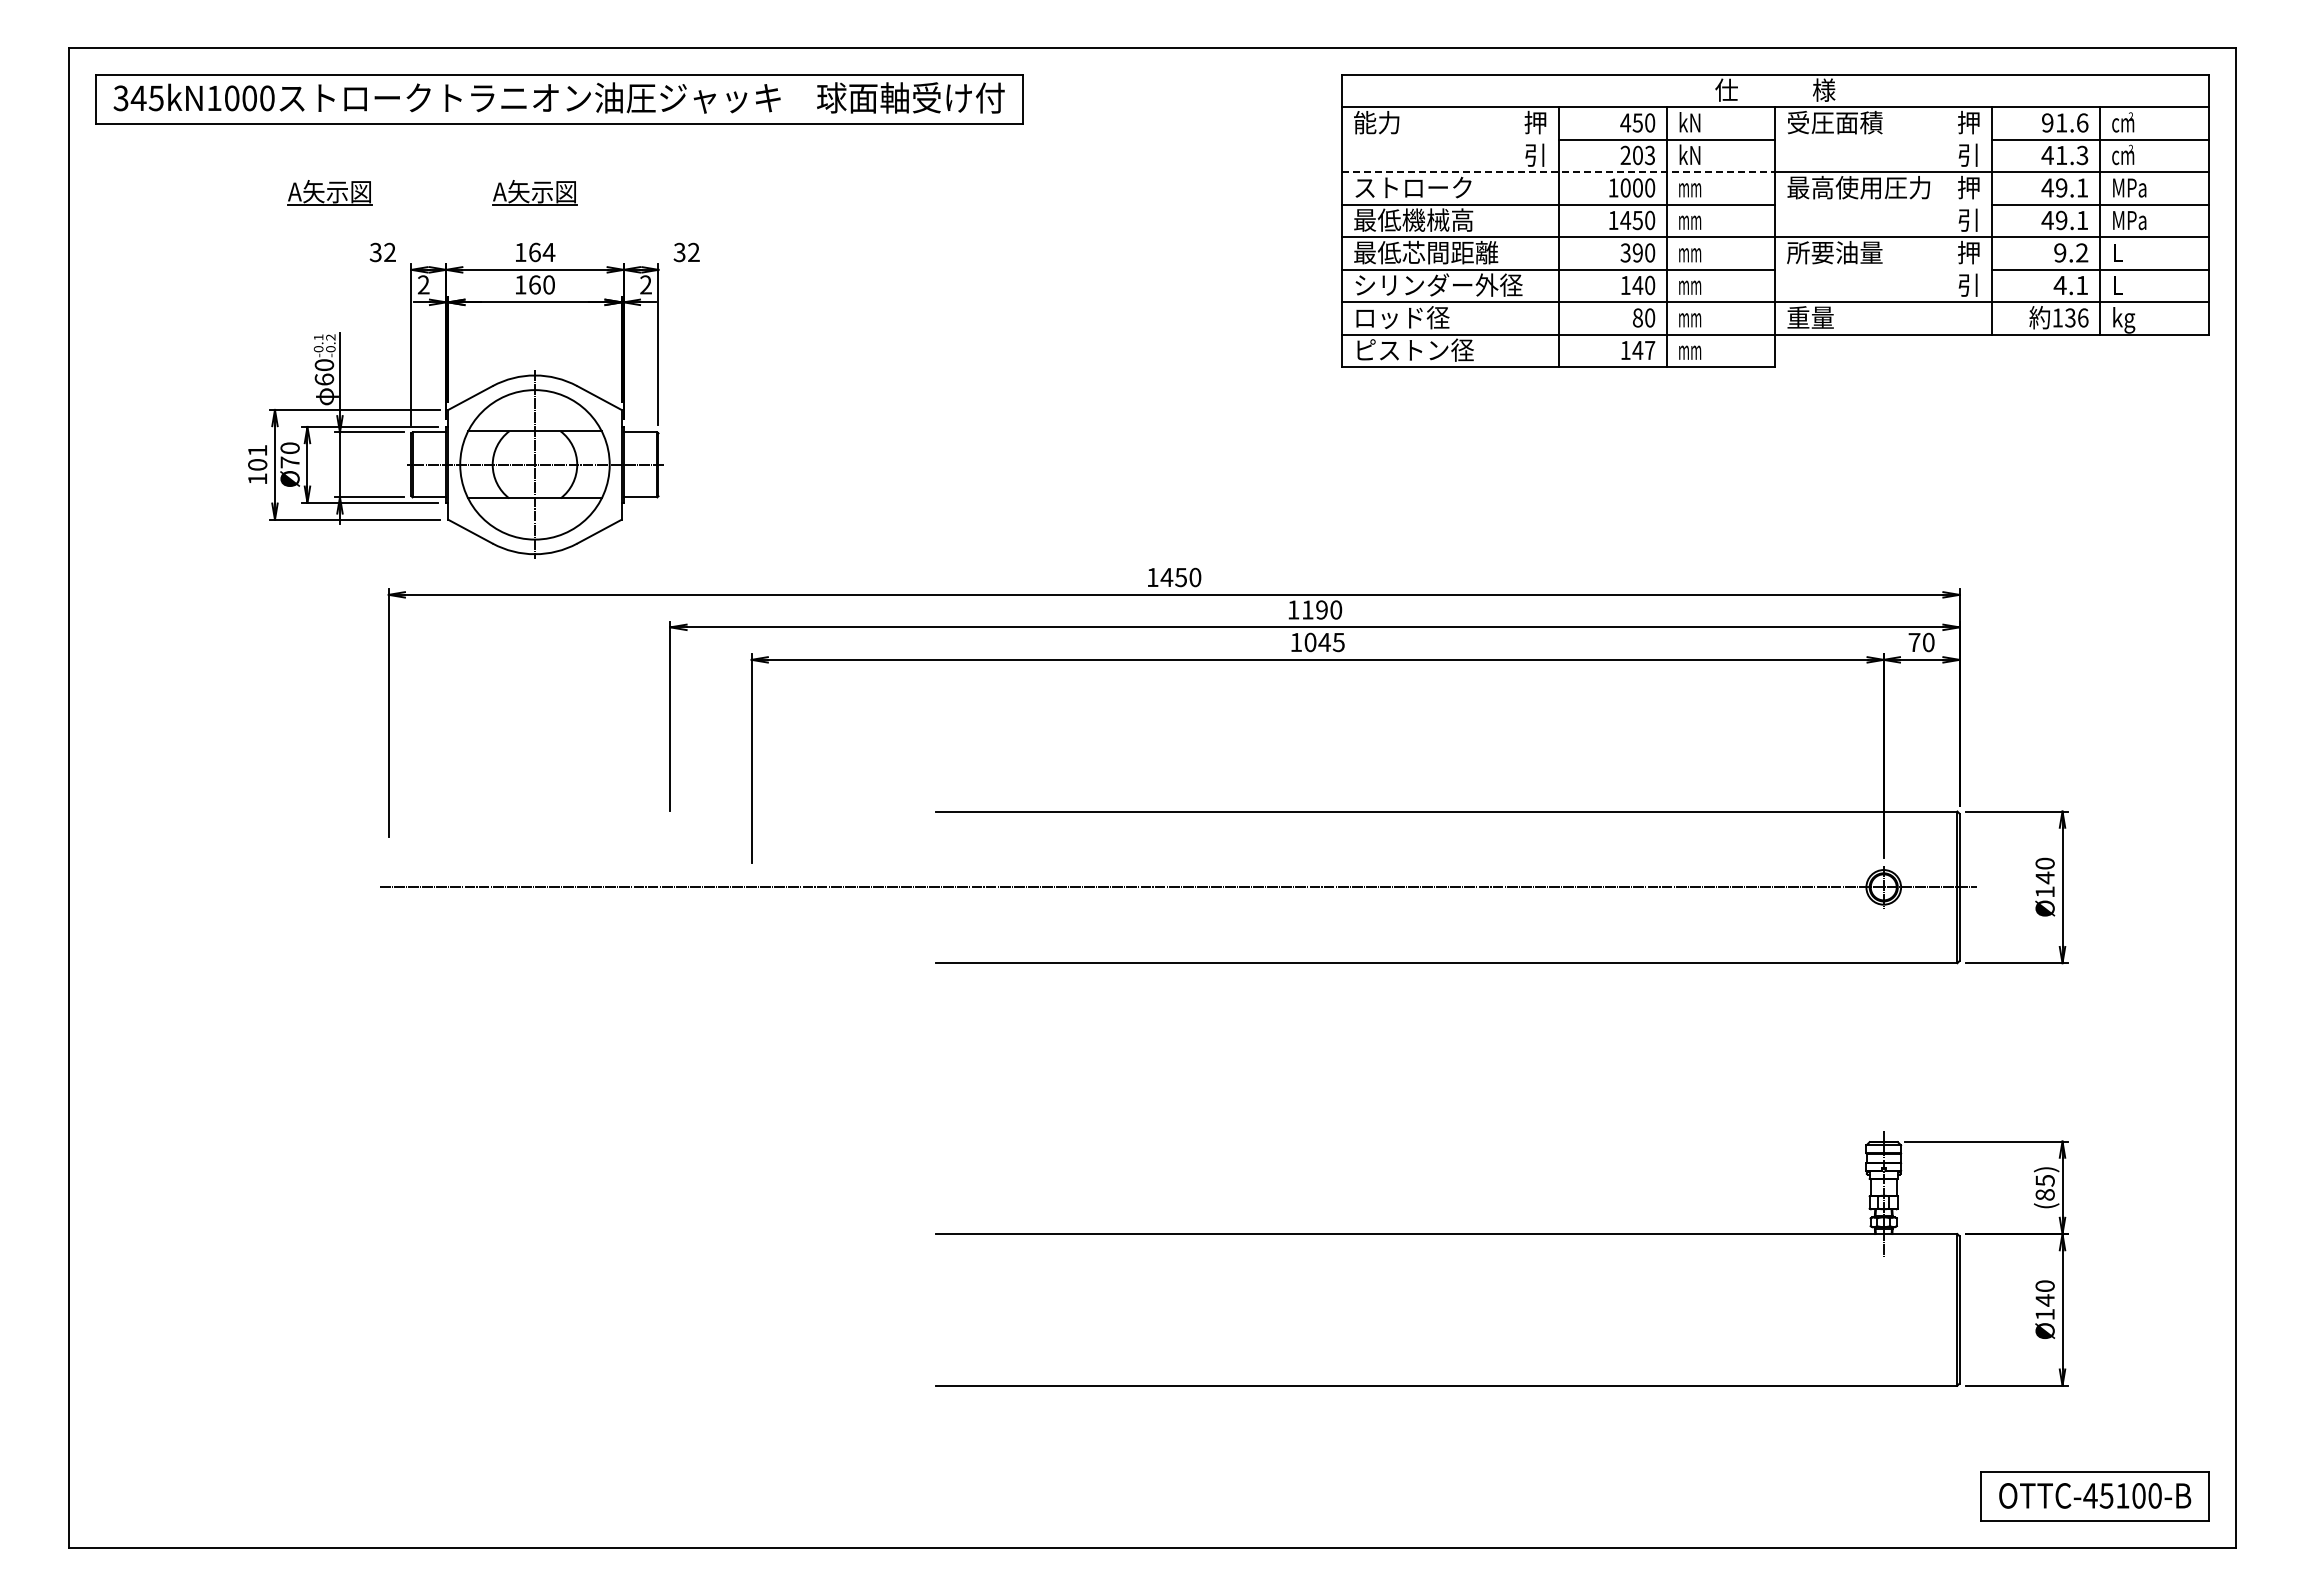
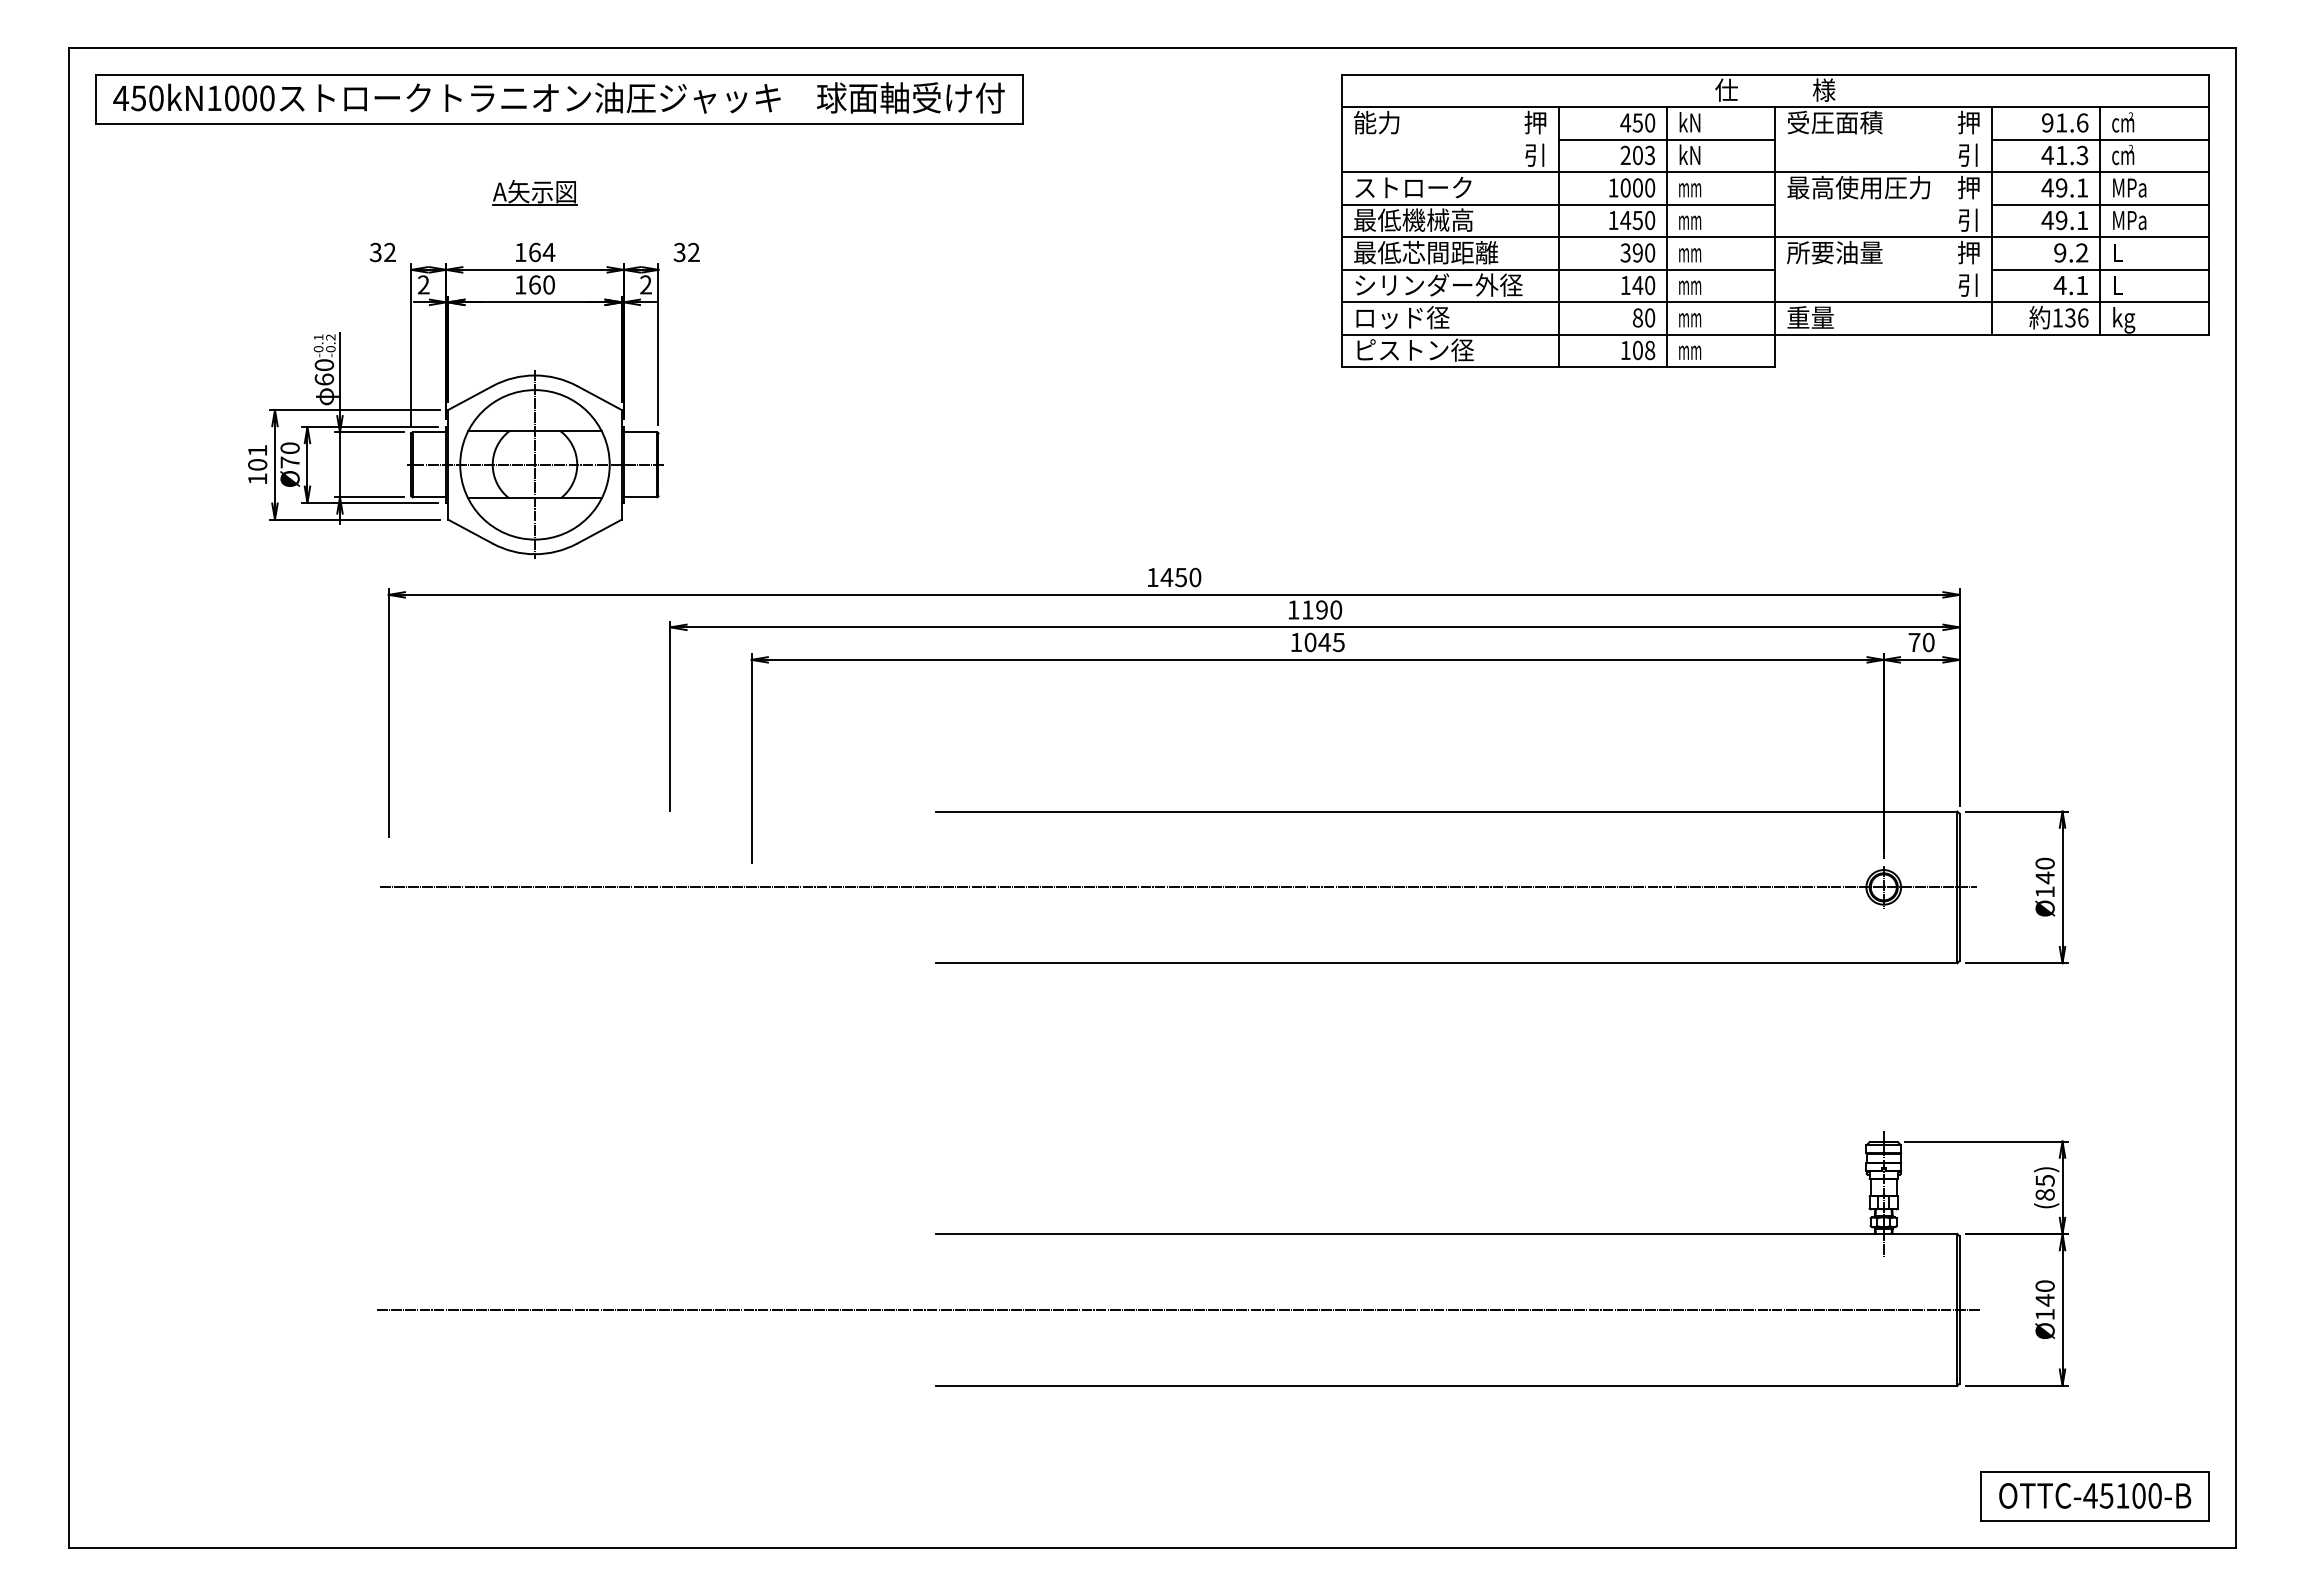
text at (138, 98): 345kN1000 -> 450kN1000
line at (1558, 172): dashed -> solid
part at (329, 192): present -> none
text at (1643, 350): 147 -> 108
line at (1178, 1309): none -> present
